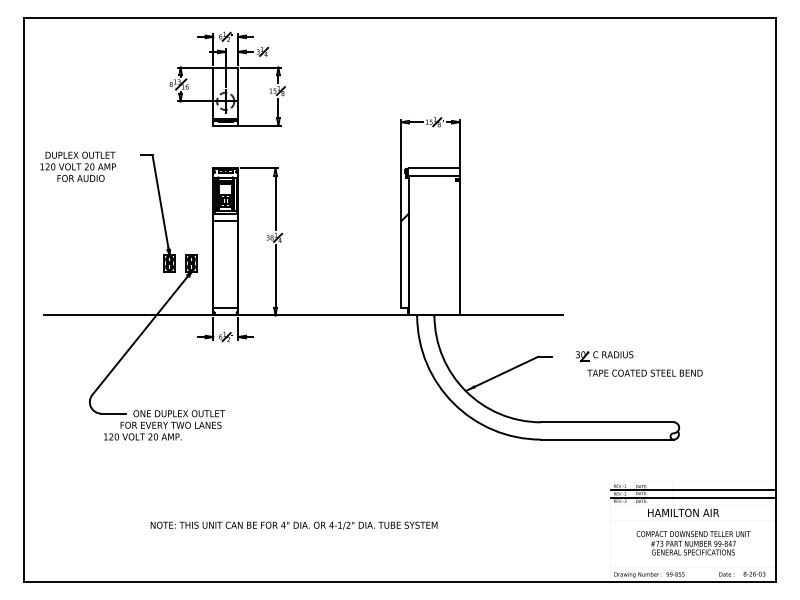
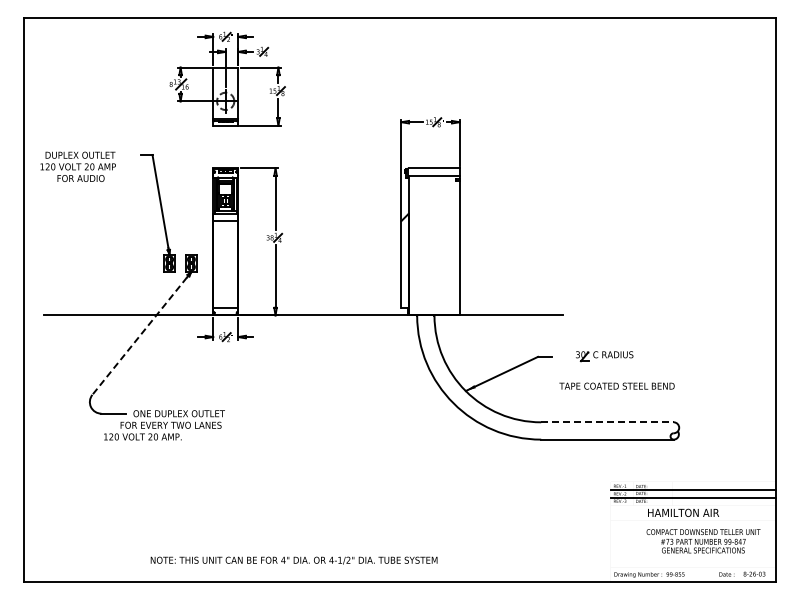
line at (139, 336): solid -> dashed
text at (644, 372) position: (644, 372) -> (616, 385)
line at (607, 422): solid -> dashed
text at (293, 525) position: (293, 525) -> (293, 560)
text at (693, 543) position: (693, 543) -> (703, 541)
